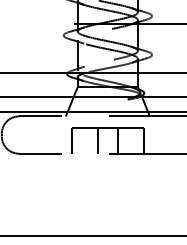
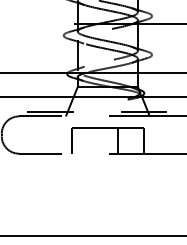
line at (93, 111): solid -> dashed
line at (98, 140): present -> none
